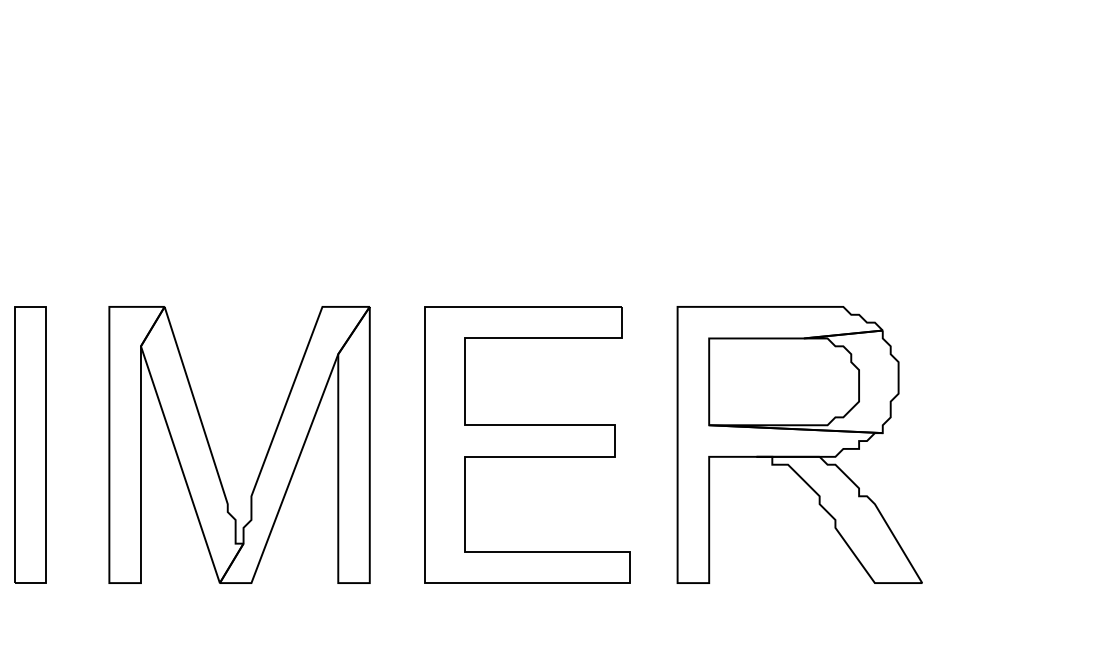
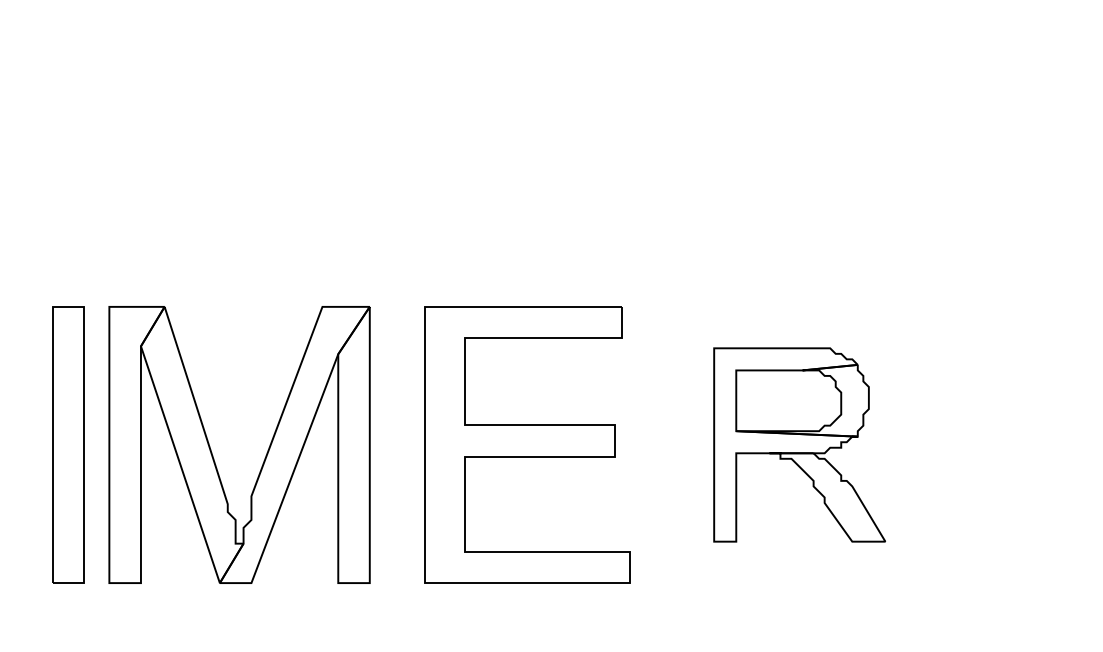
part at (30, 444) position: (30, 444) -> (68, 444)
part at (799, 444) size: 247x278 px -> 173x196 px
